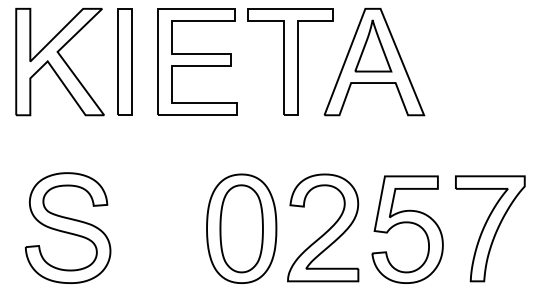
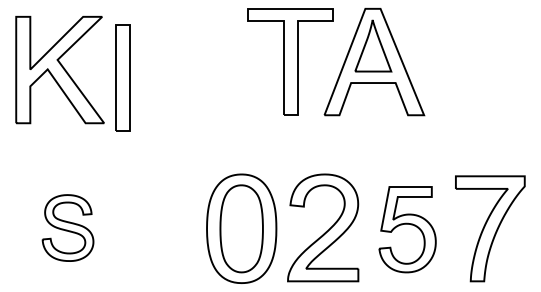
part at (124, 61) position: (124, 61) -> (122, 77)
part at (197, 61): present -> none
part at (59, 62) position: (59, 62) -> (59, 70)
part at (67, 227) size: 88x112 px -> 54x68 px
part at (407, 229) size: 73x109 px -> 59x88 px
